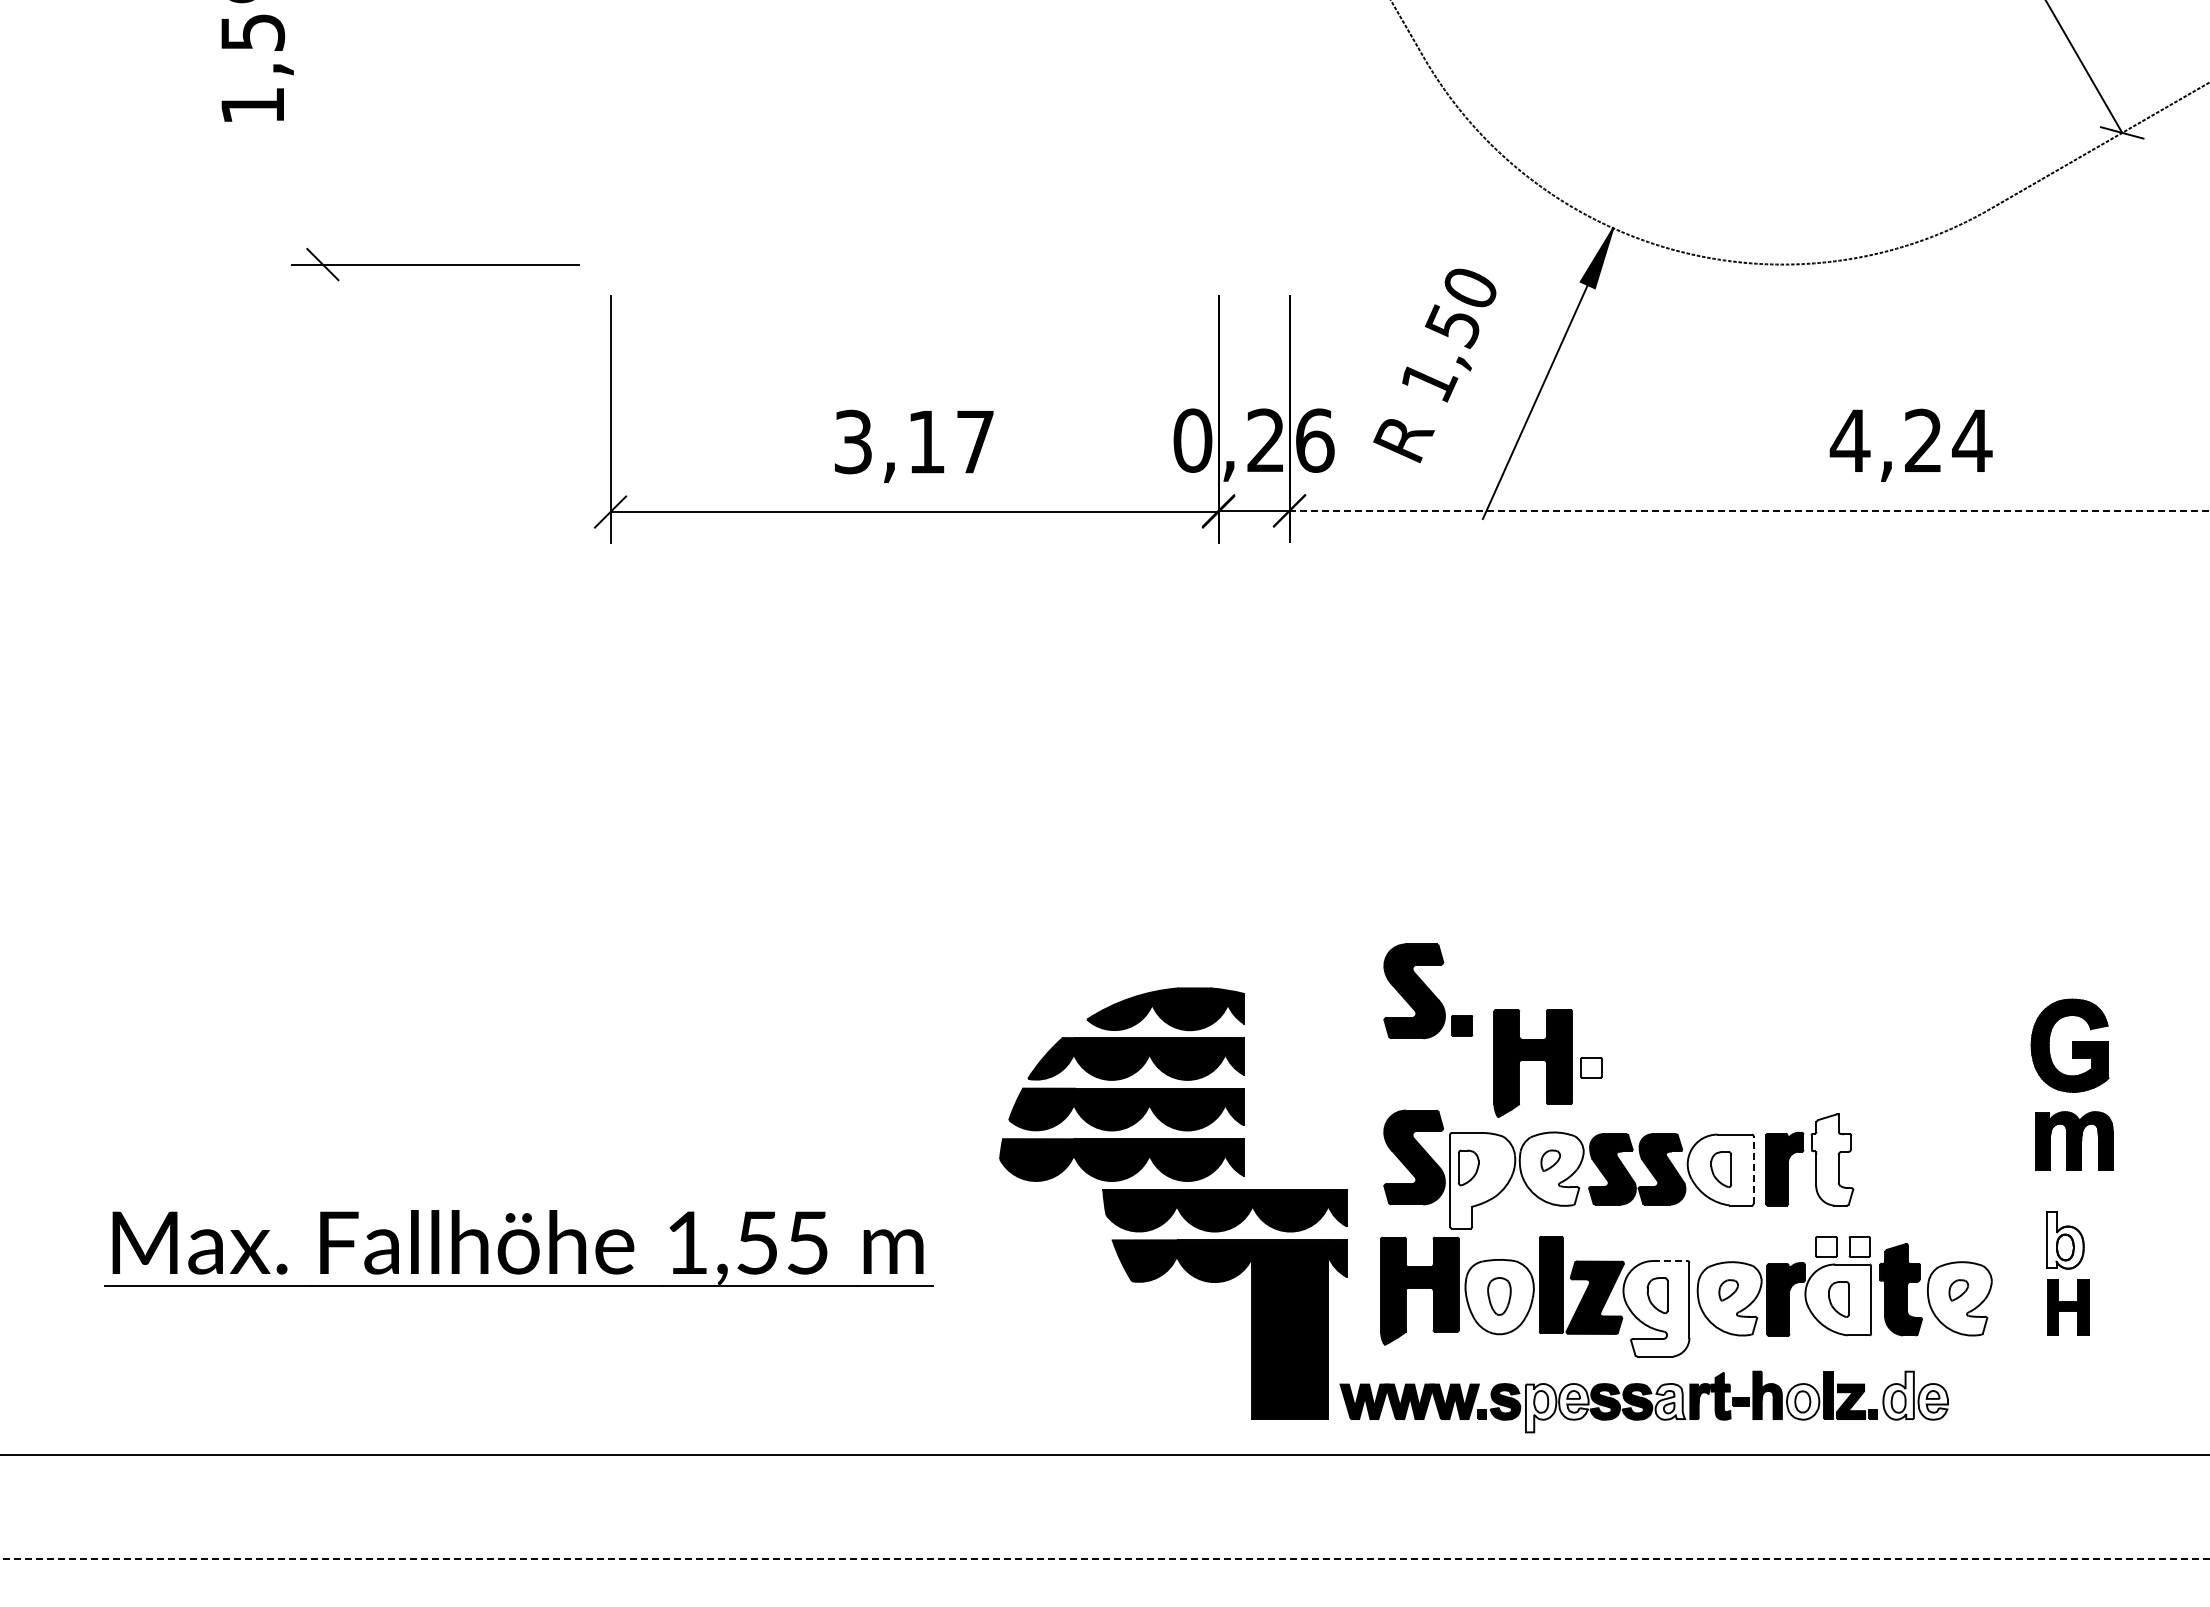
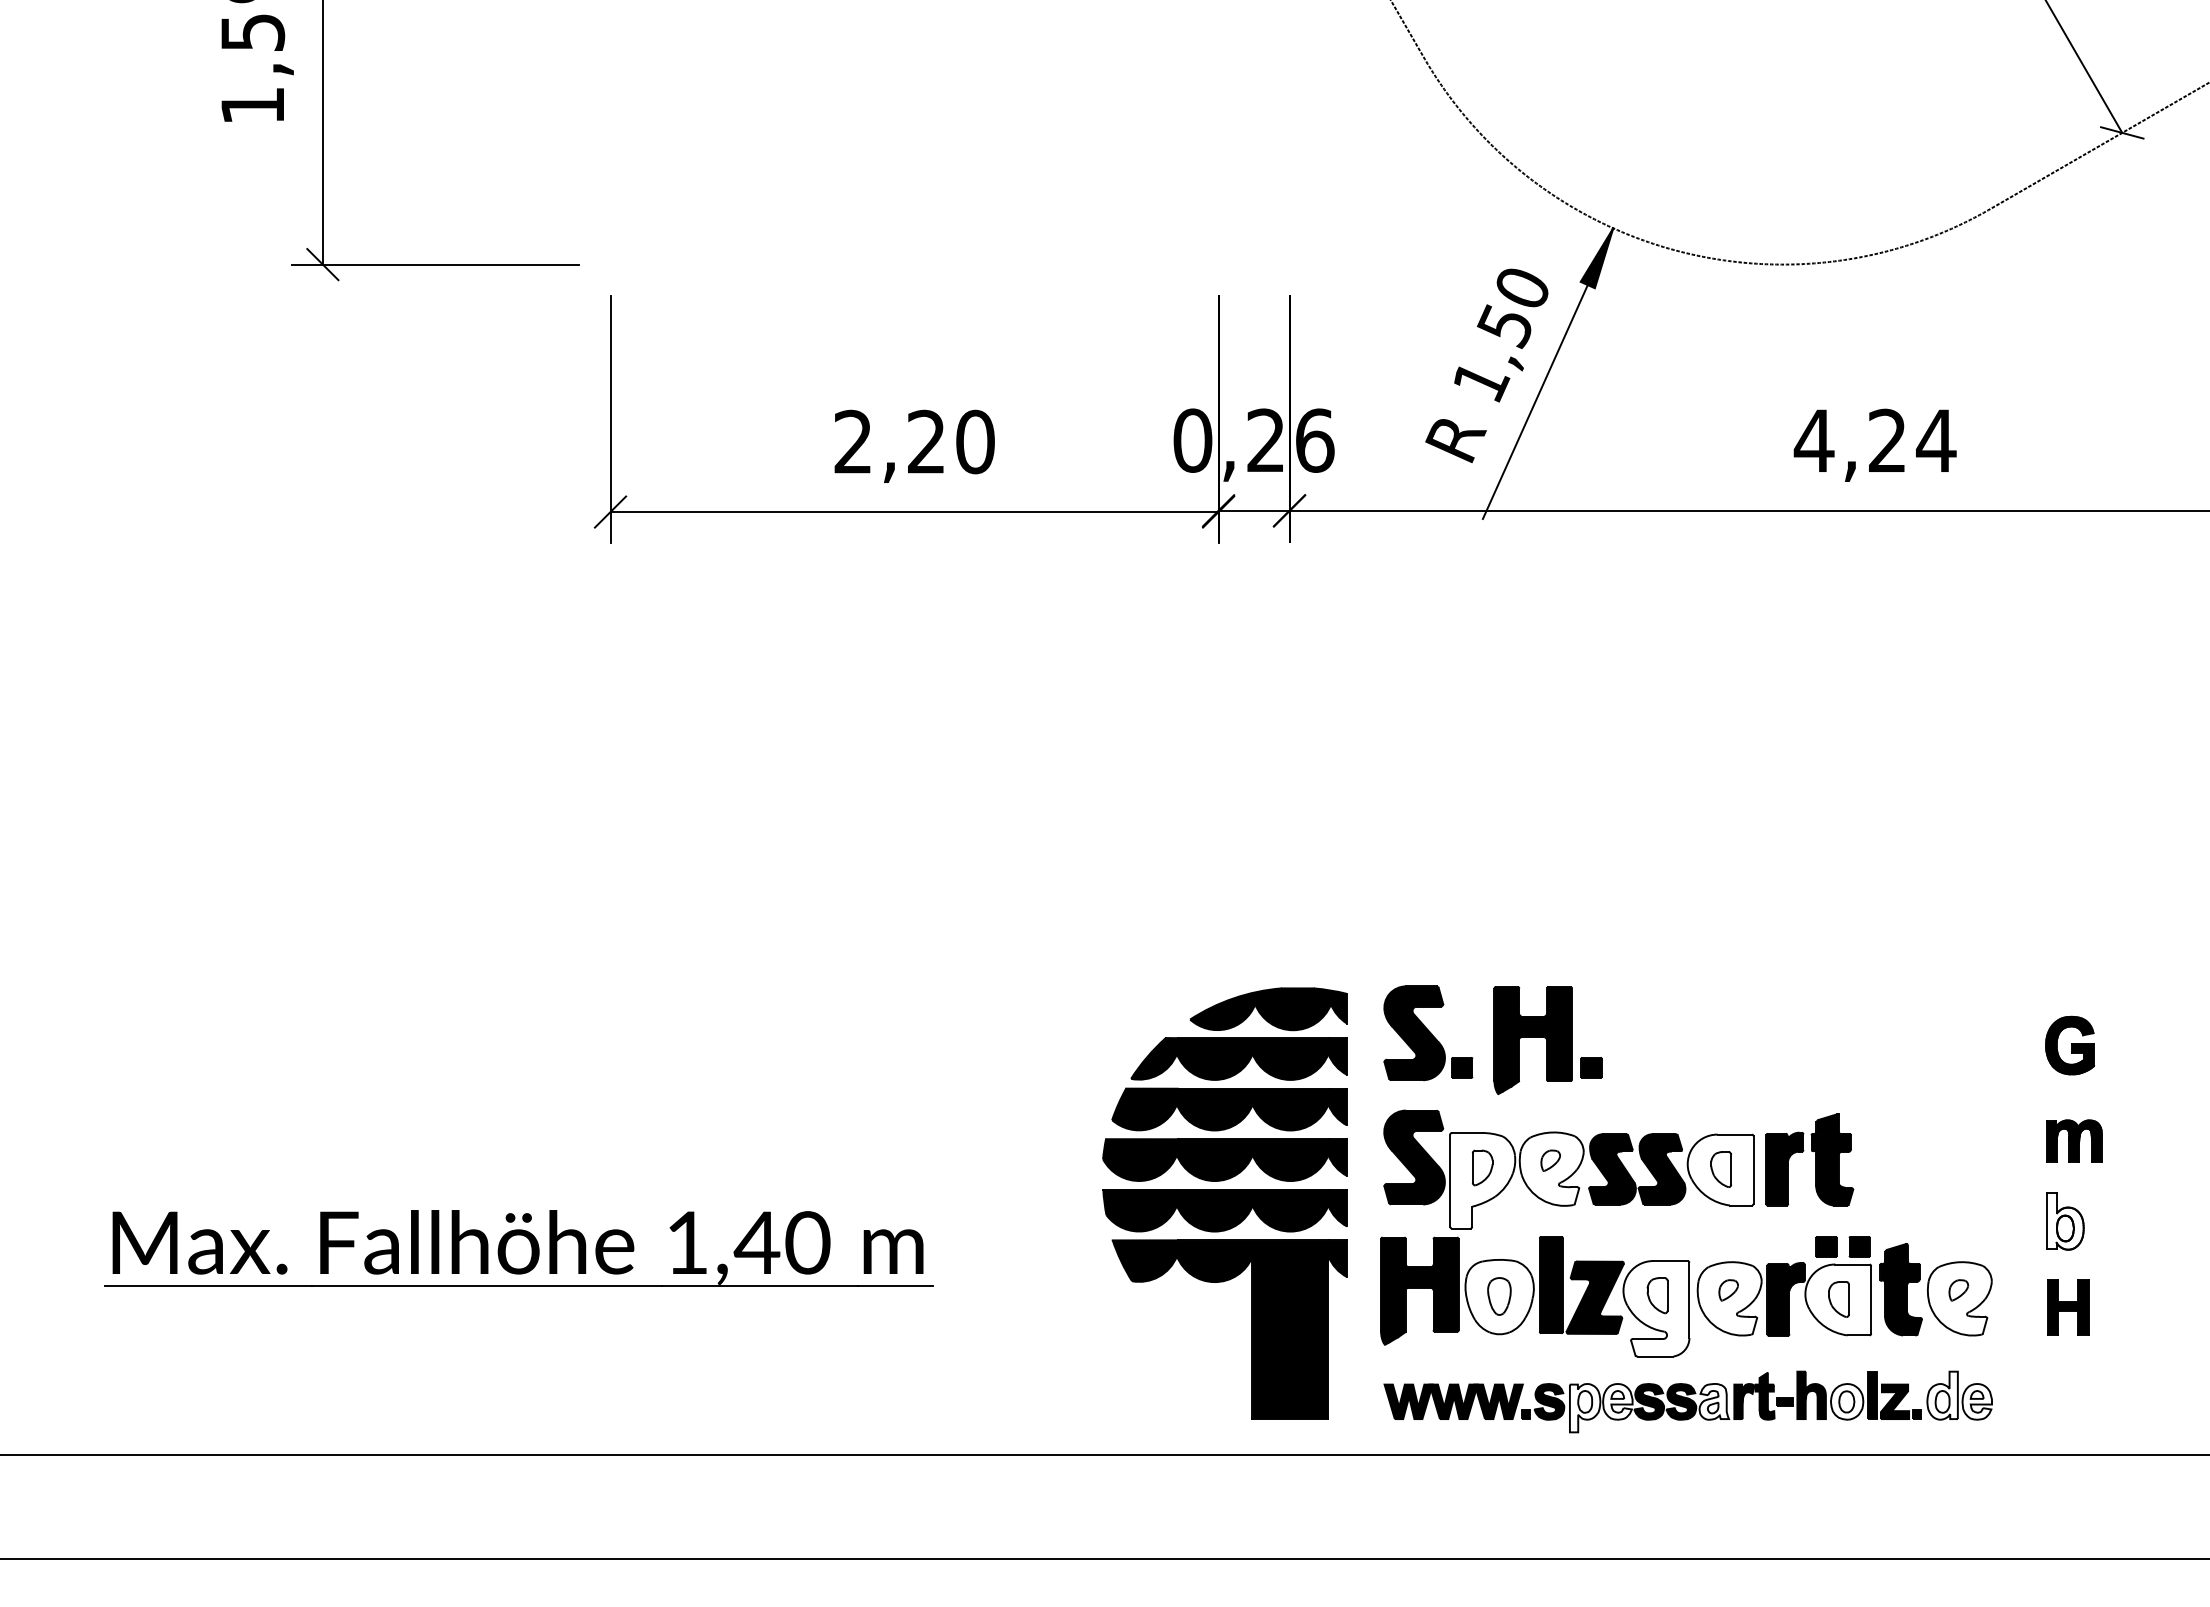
line at (322, 133): none -> present
text at (1434, 365) position: (1434, 365) -> (1486, 365)
text at (914, 441): 3,17 -> 2,20
text at (1910, 444) position: (1910, 444) -> (1874, 444)
line at (1749, 511): dashed -> solid
part at (1428, 991) position: (1428, 991) -> (1428, 1033)
part at (2069, 1045) size: 80x95 px -> 50x61 px
part at (1532, 1063) position: (1532, 1063) -> (1532, 1040)
fill at (1591, 1067): none -> present
part at (1121, 1084) position: (1121, 1084) -> (1224, 1084)
part at (2074, 1140) size: 79x60 px -> 57x44 px
fill at (1832, 1159): none -> present
part at (1468, 1167) position: (1468, 1167) -> (1482, 1167)
line at (1753, 1170): dashed -> solid
part at (2065, 1240) position: (2065, 1240) -> (2065, 1221)
text at (781, 1242): 1,55 -> 1,40
fill at (1826, 1246): none -> present
fill at (1859, 1246): none -> present
line at (1671, 1261): dashed -> solid
part at (1643, 1401) position: (1643, 1401) -> (1687, 1401)
line at (1105, 1558): dashed -> solid
